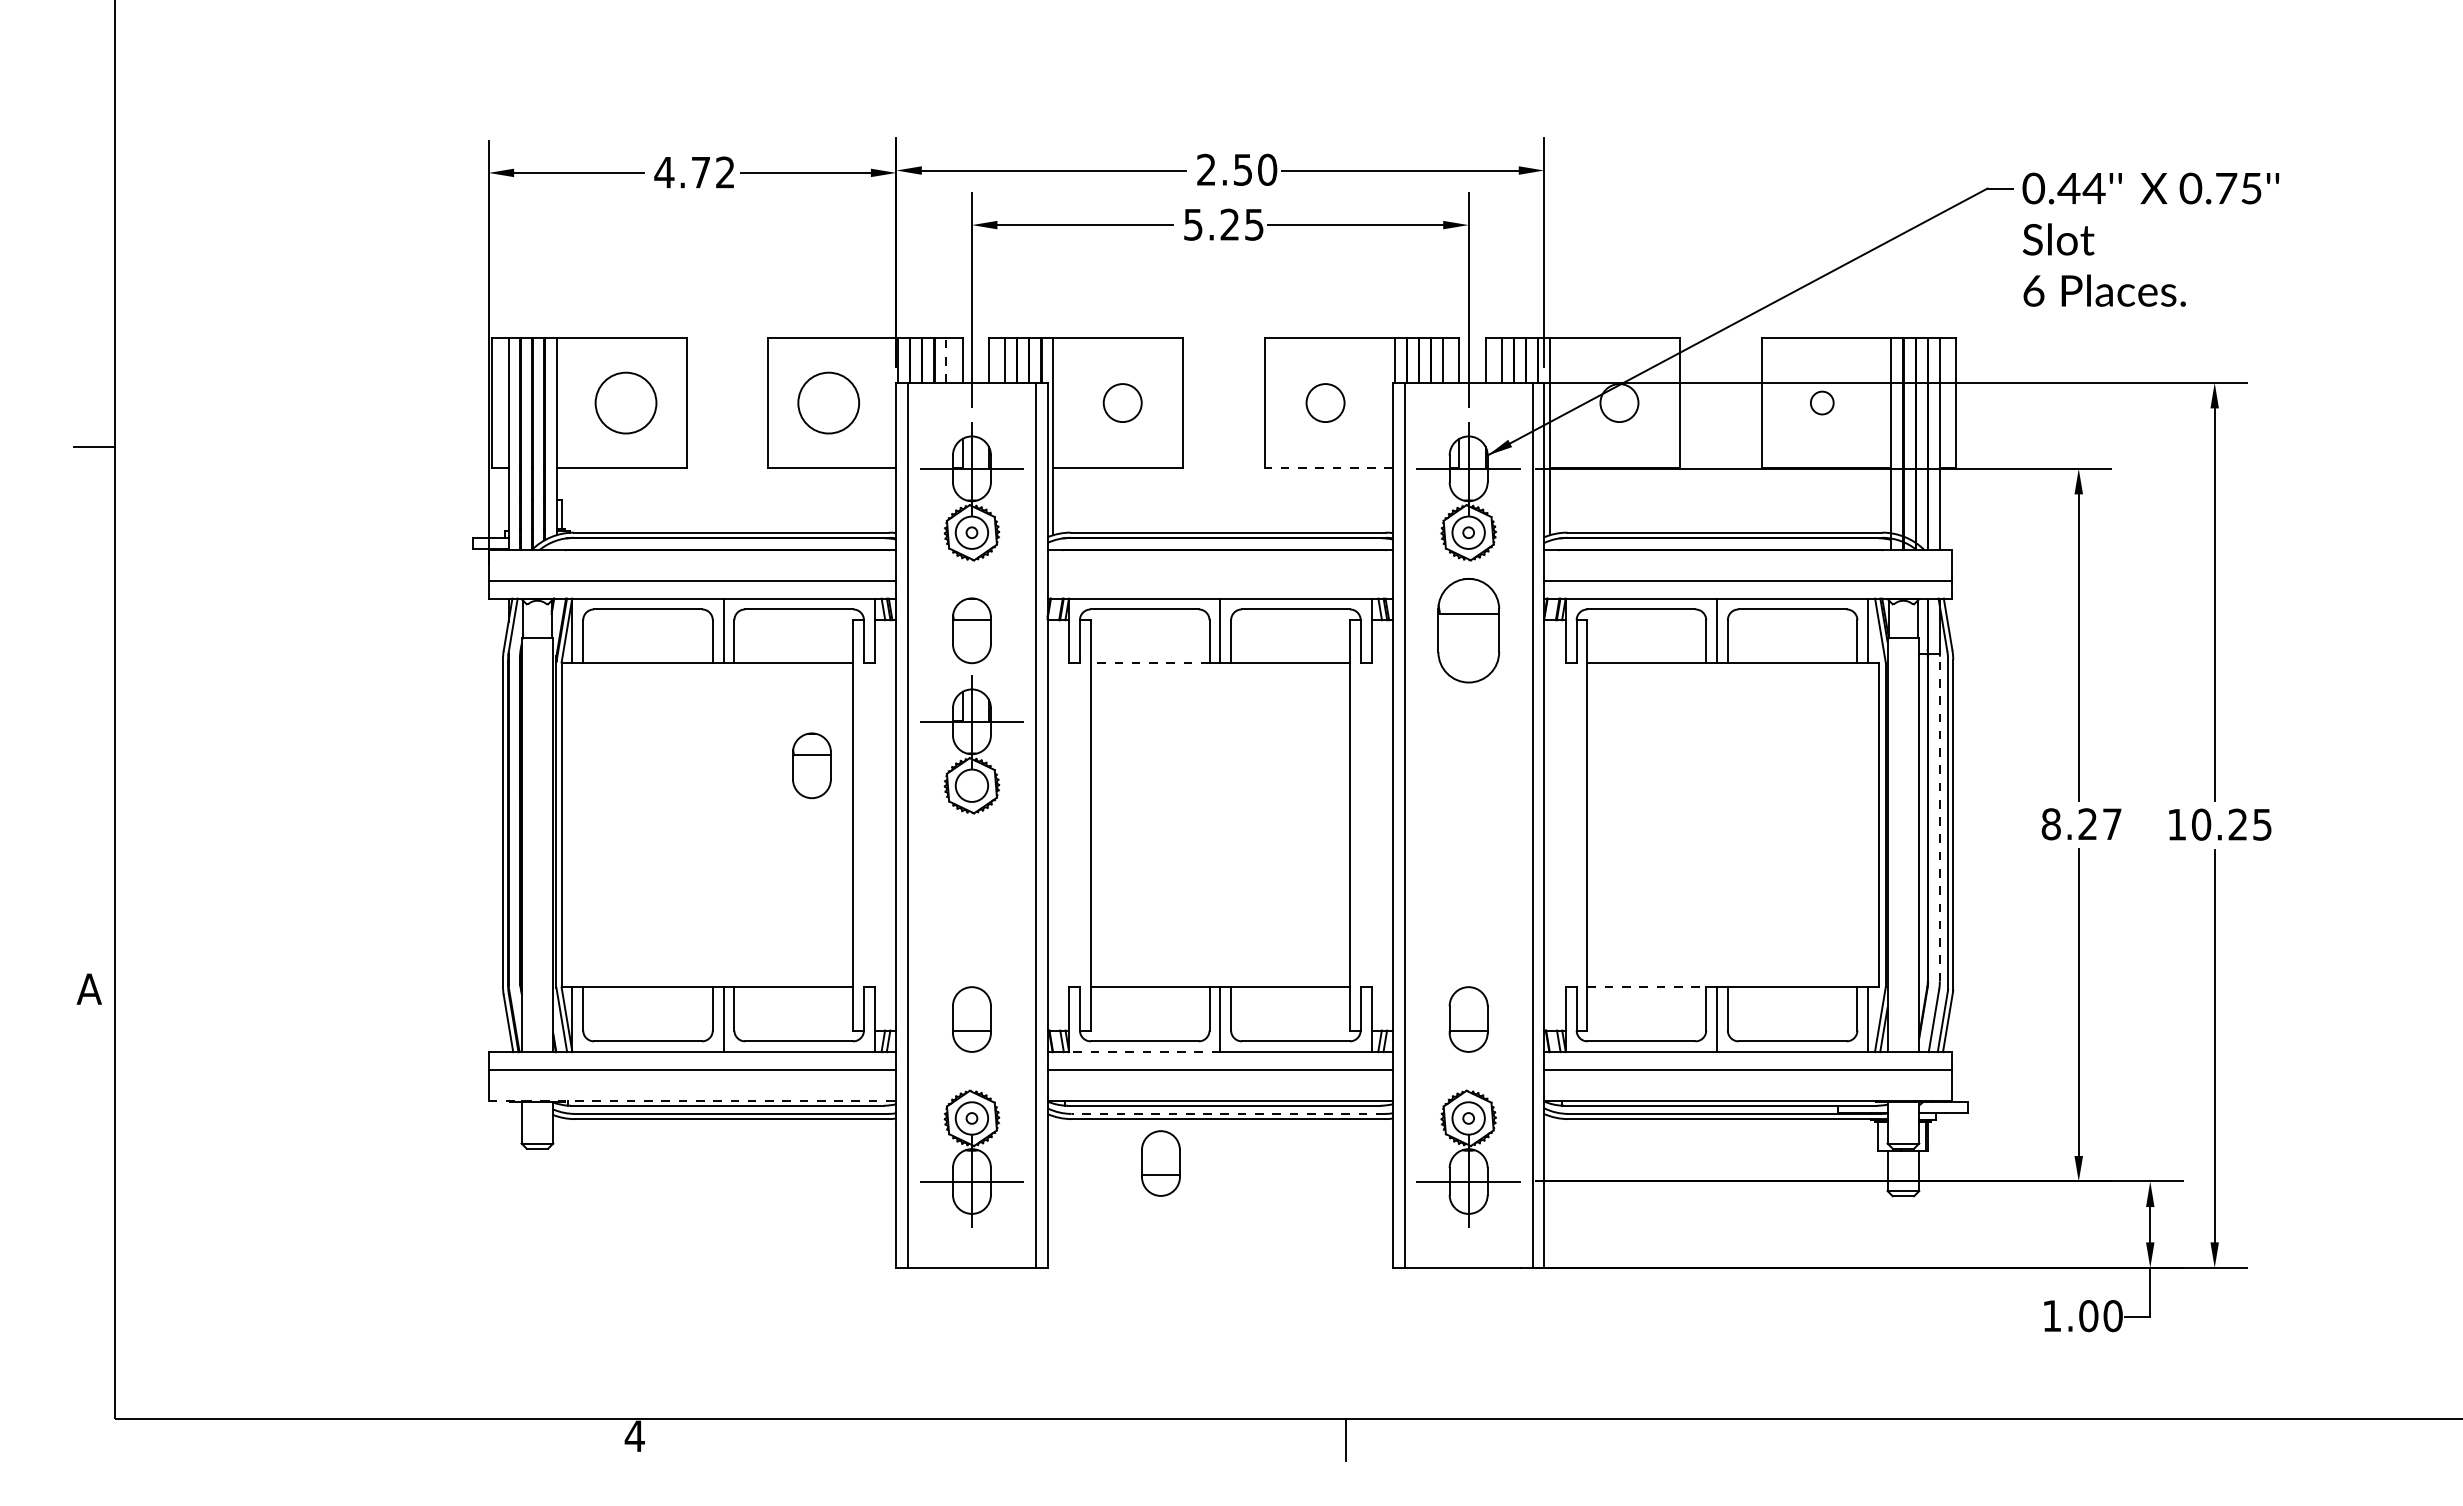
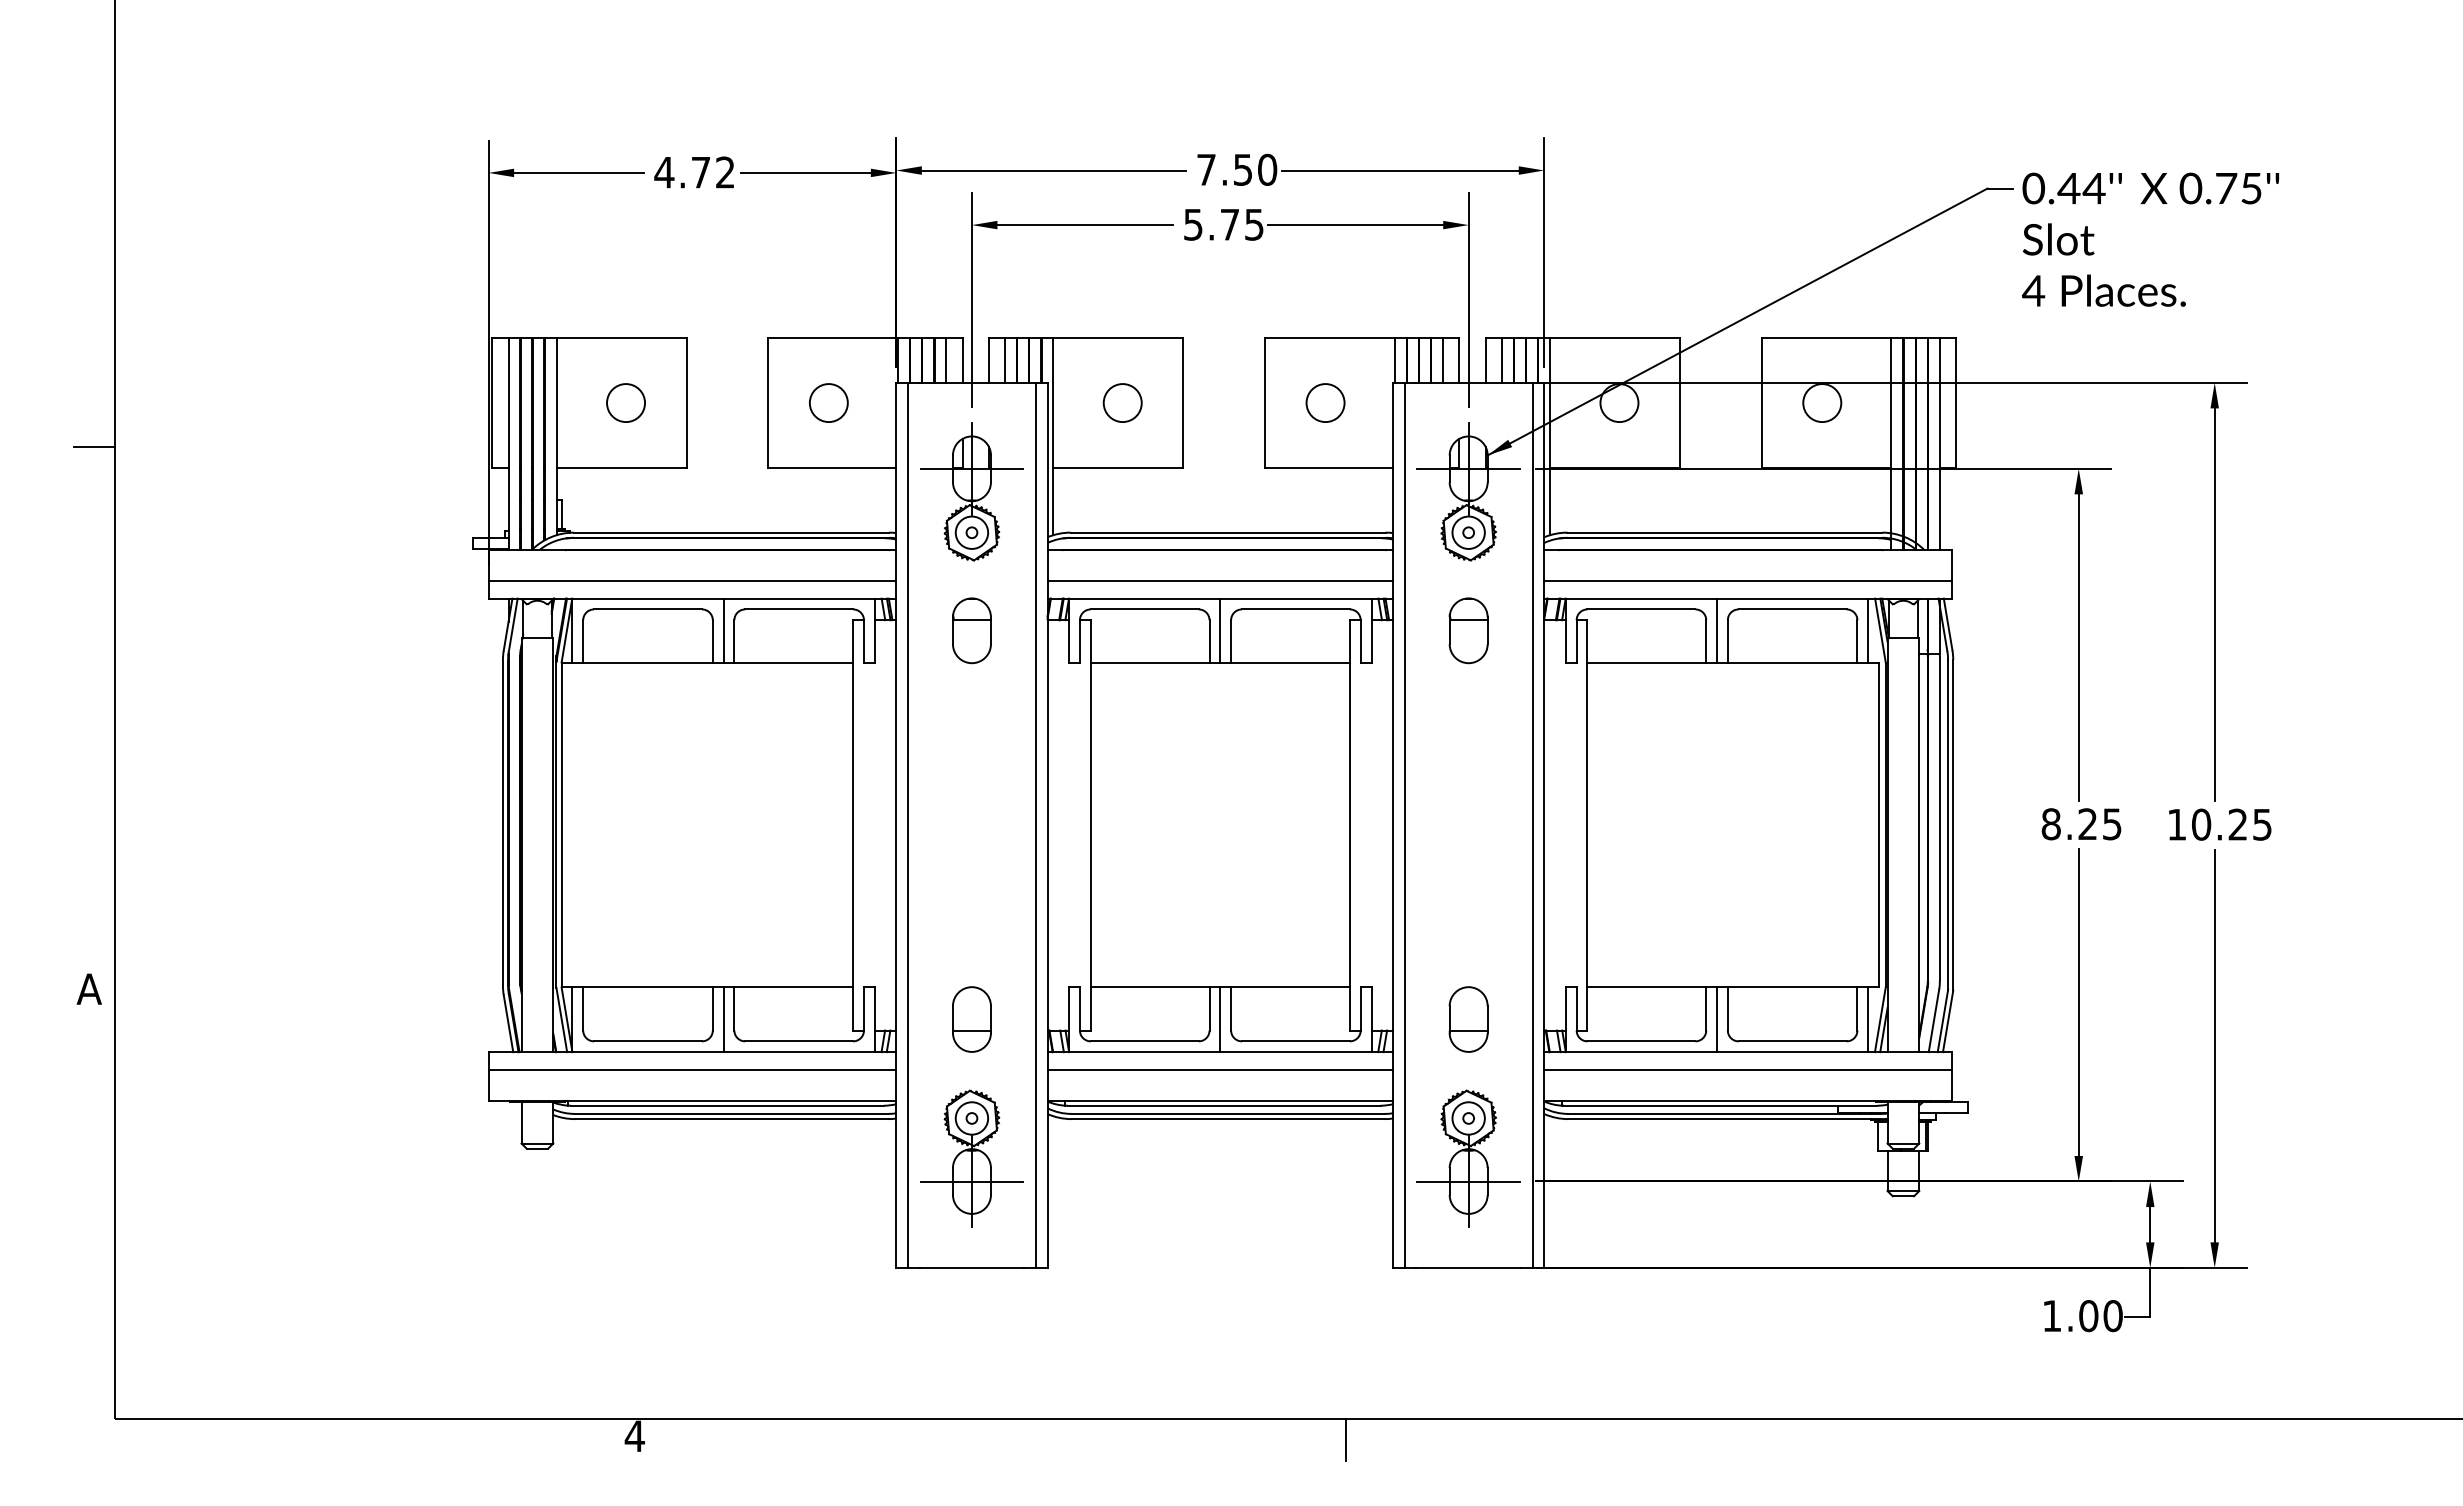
text at (1206, 169): 2.50 -> 7.50
text at (1229, 224): 5.25 -> 5.75
text at (2033, 290): 6 -> 4
line at (946, 360): dashed -> solid
circle at (625, 402) size: 64x64 px -> 40x40 px
circle at (828, 402) size: 63x64 px -> 40x40 px
circle at (1821, 402) diameter: 23 px -> 38 px
line at (1329, 467): dashed -> solid
line at (1220, 580): none -> present
part at (1468, 630) size: 64x106 px -> 41x68 px
line at (1149, 663): dashed -> solid
part at (971, 744): present -> none
part at (811, 765): present -> none
line at (1939, 818): dashed -> solid
text at (2112, 824): 8.27 -> 8.25
line at (1647, 987): dashed -> solid
line at (1144, 1052): dashed -> solid
line at (692, 1100): dashed -> solid
line at (1227, 1113): dashed -> solid
part at (1160, 1163): present -> none
